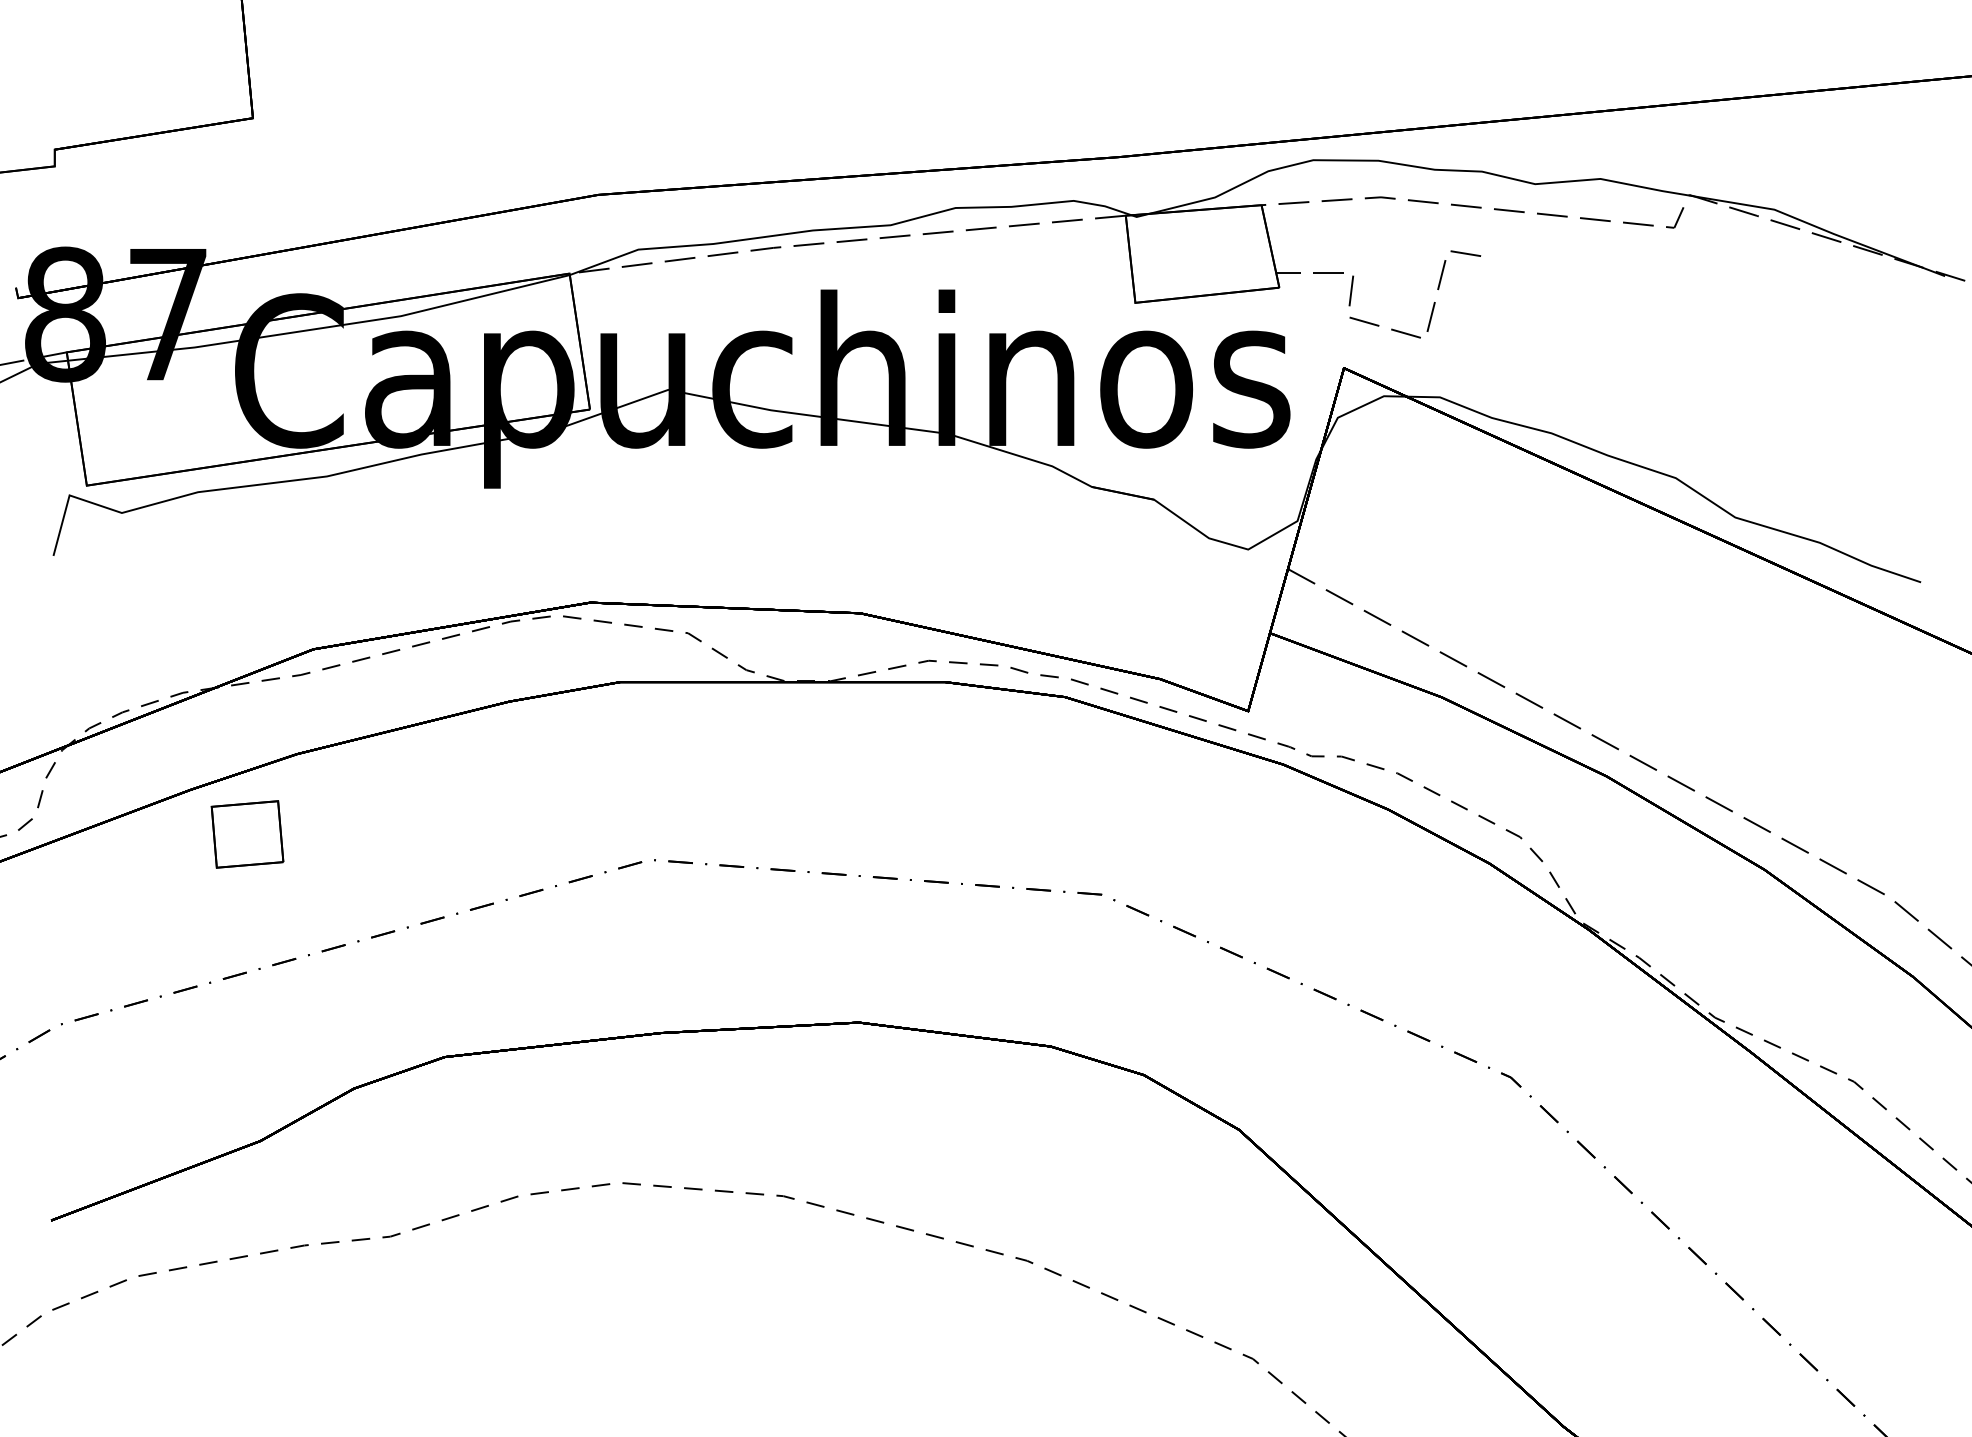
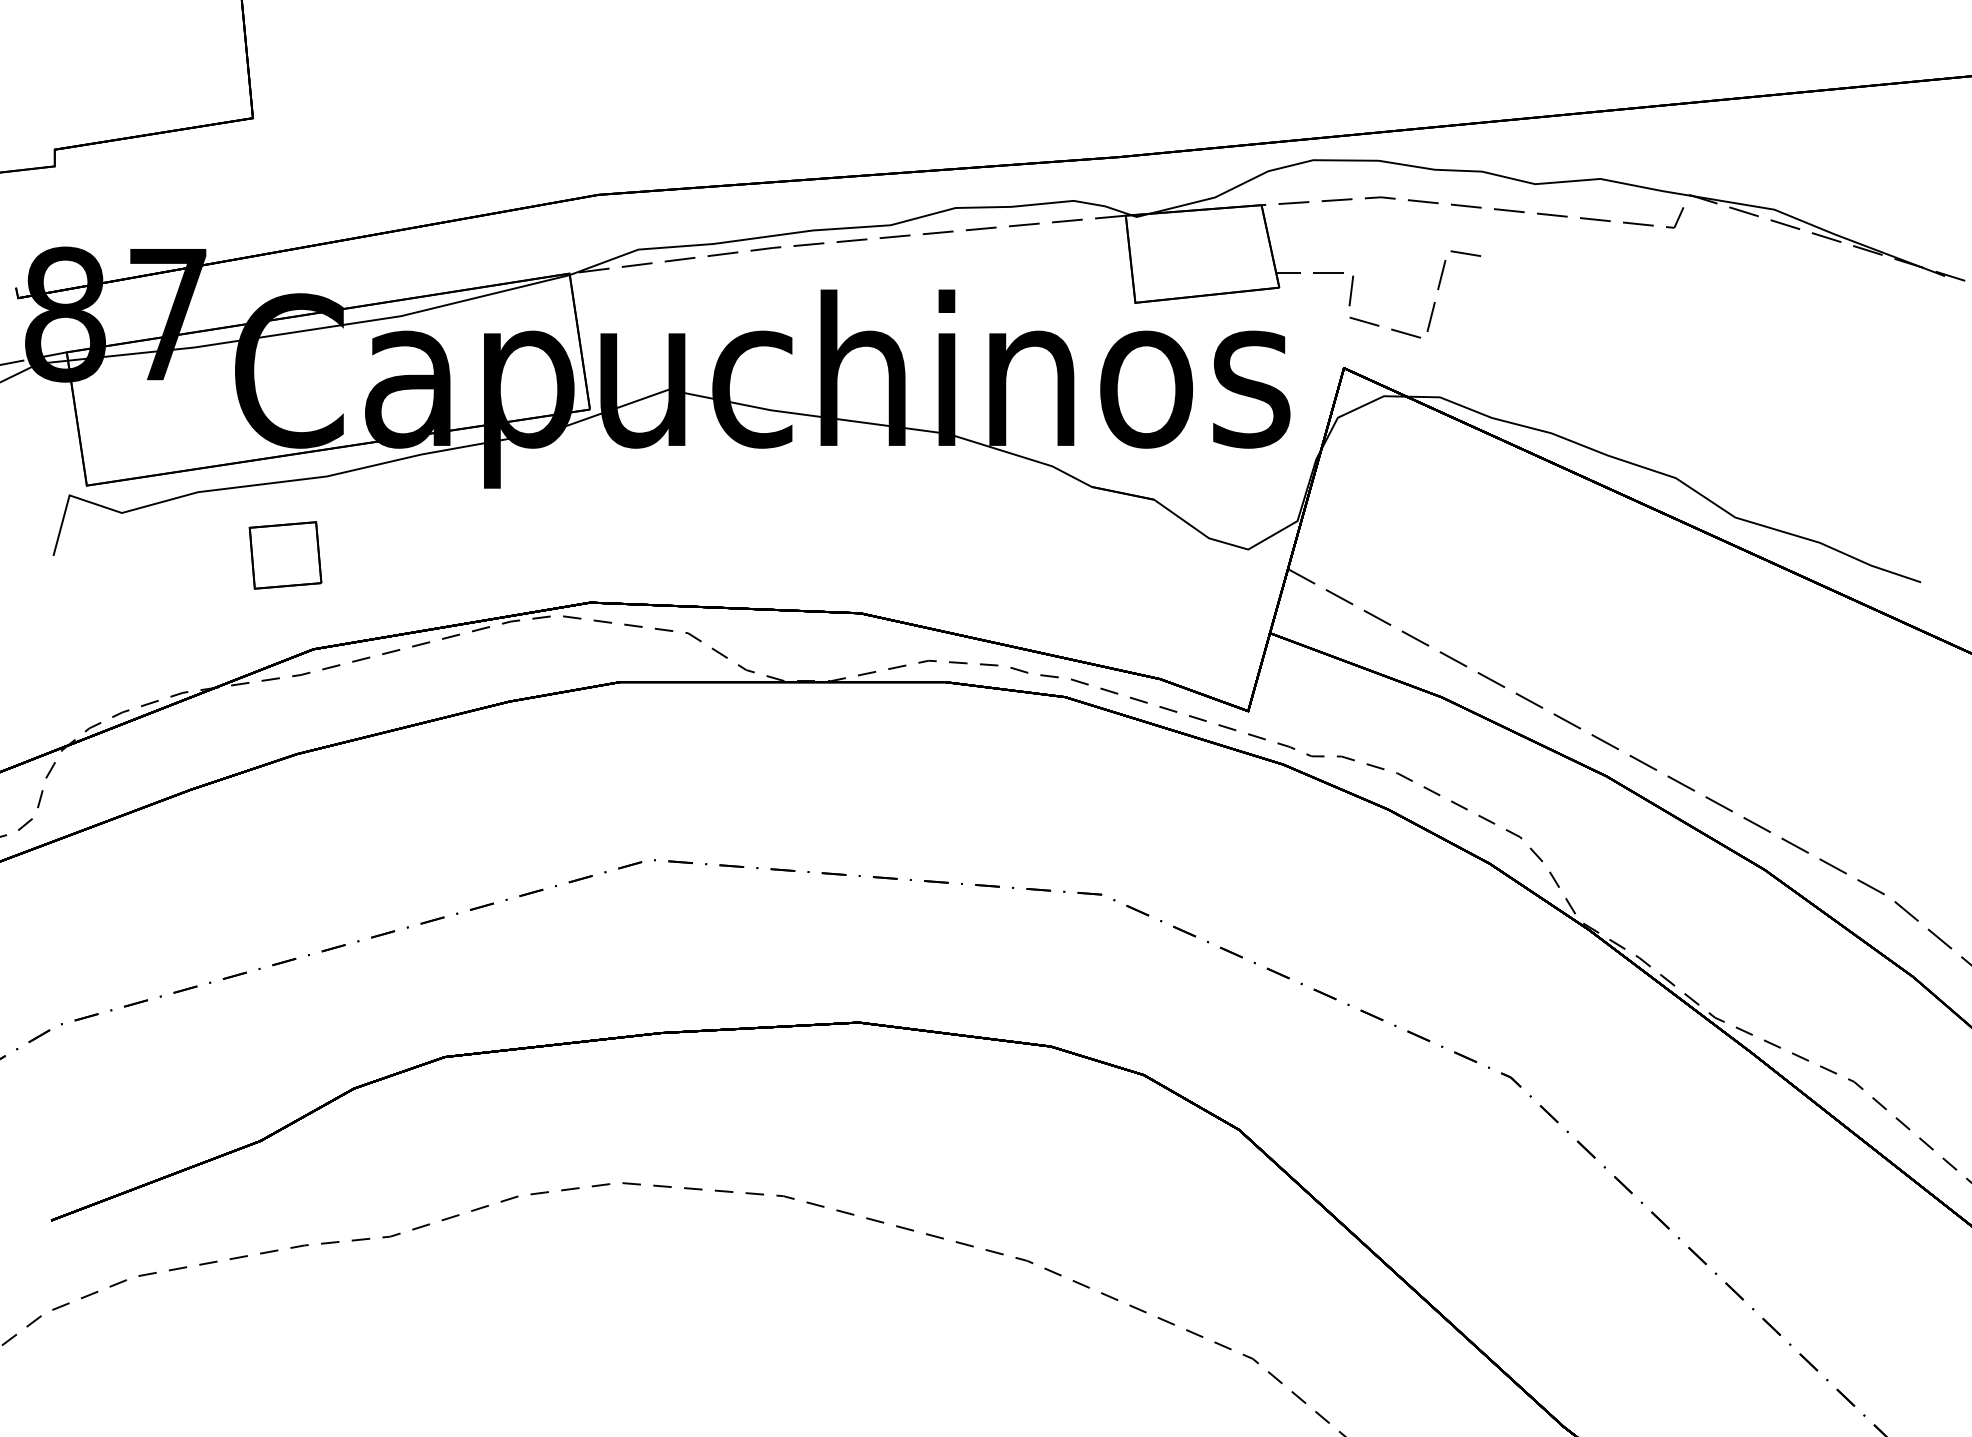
part at (247, 834) position: (247, 834) -> (285, 555)
